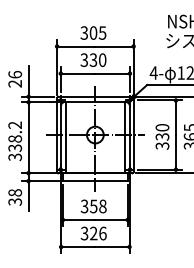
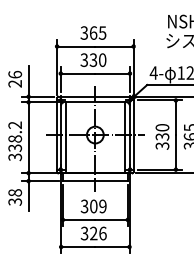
text at (93, 32): 305 -> 365
text at (98, 206): 358 -> 309
